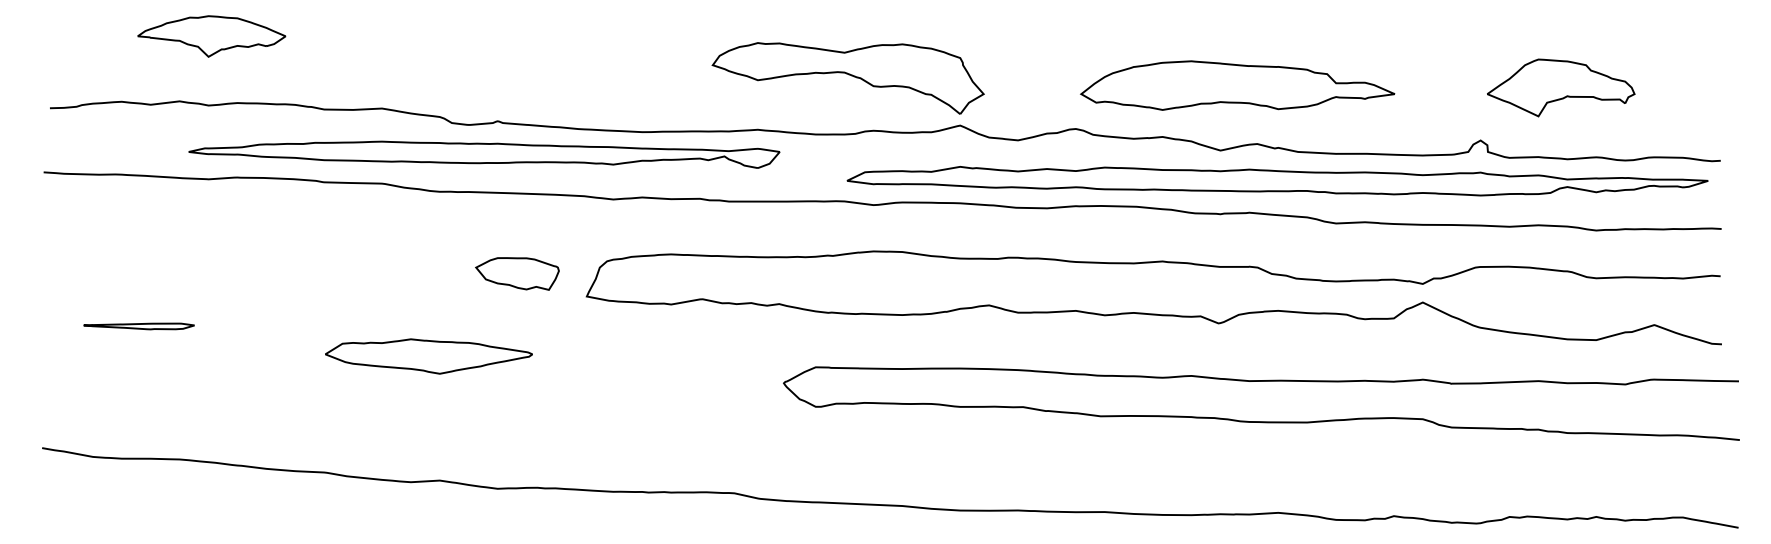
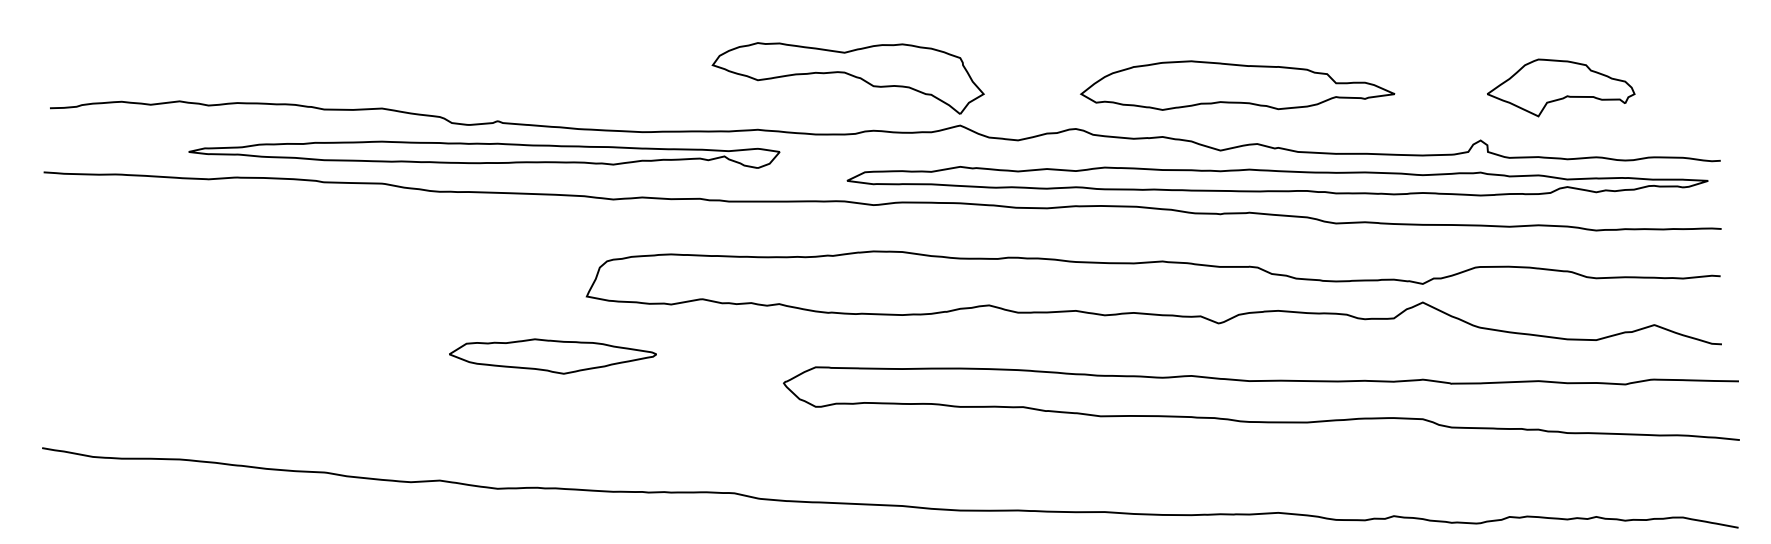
part at (211, 36): present -> none
part at (517, 273): present -> none
part at (138, 326): present -> none
part at (428, 356) position: (428, 356) -> (552, 356)
